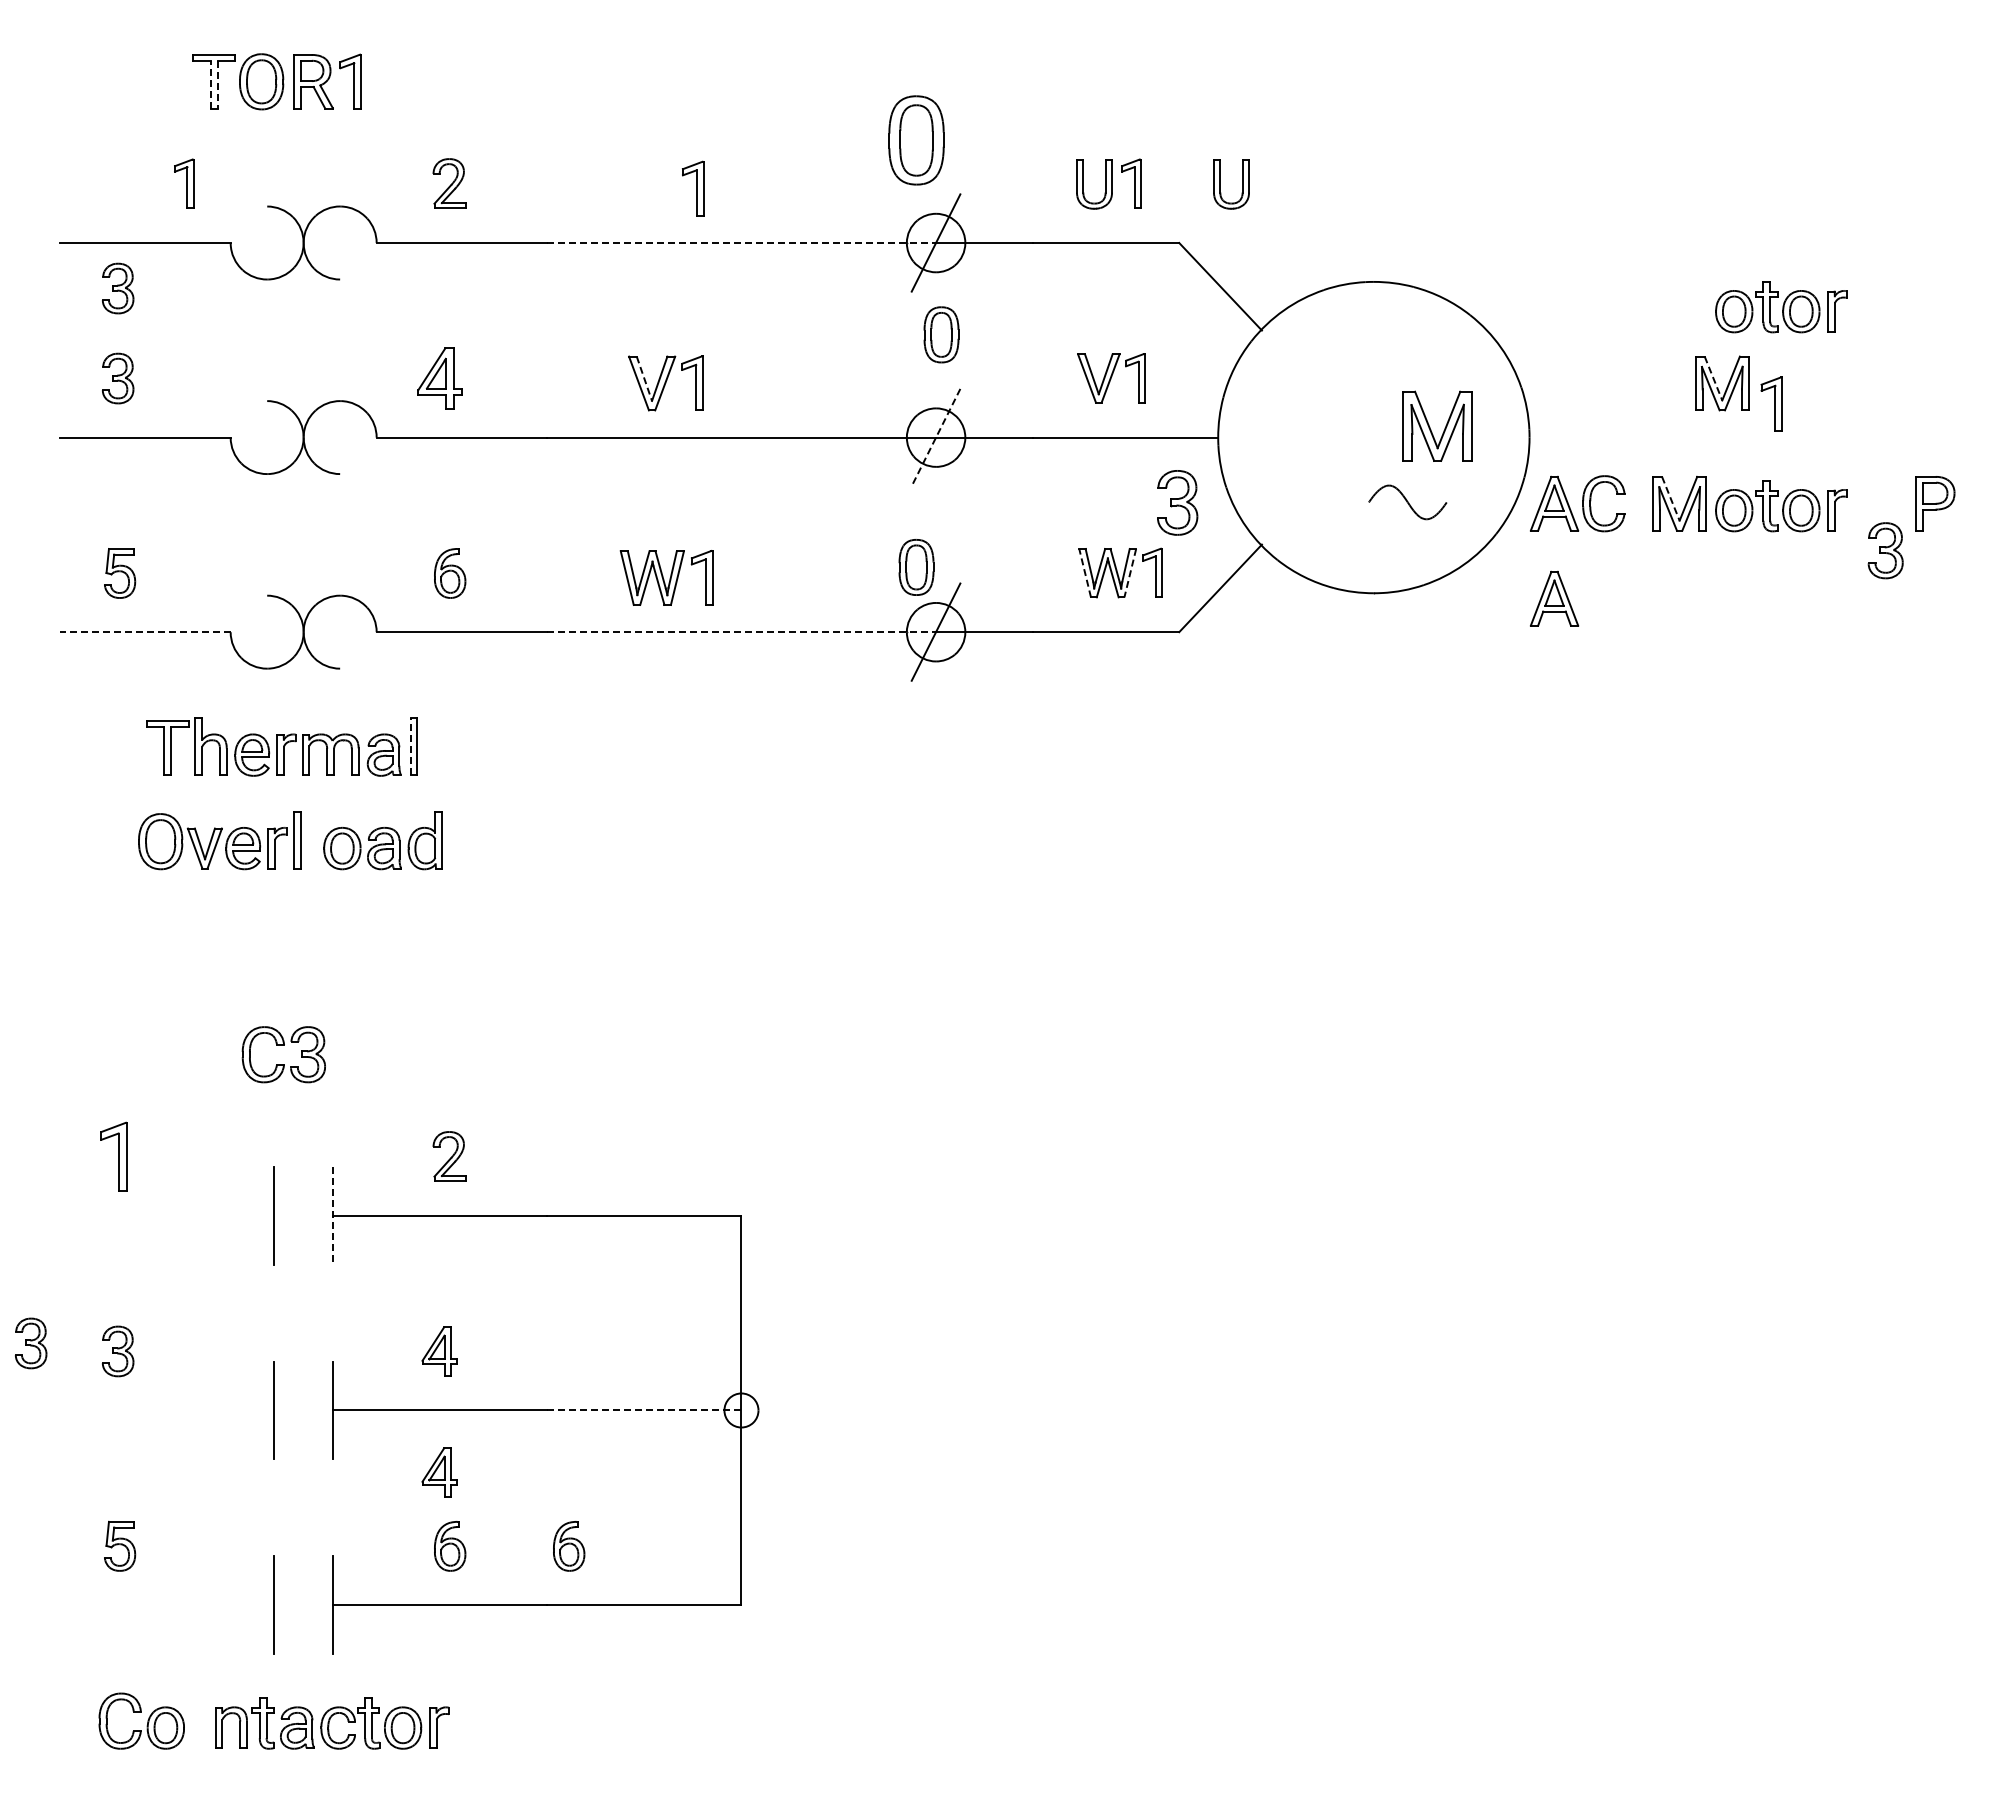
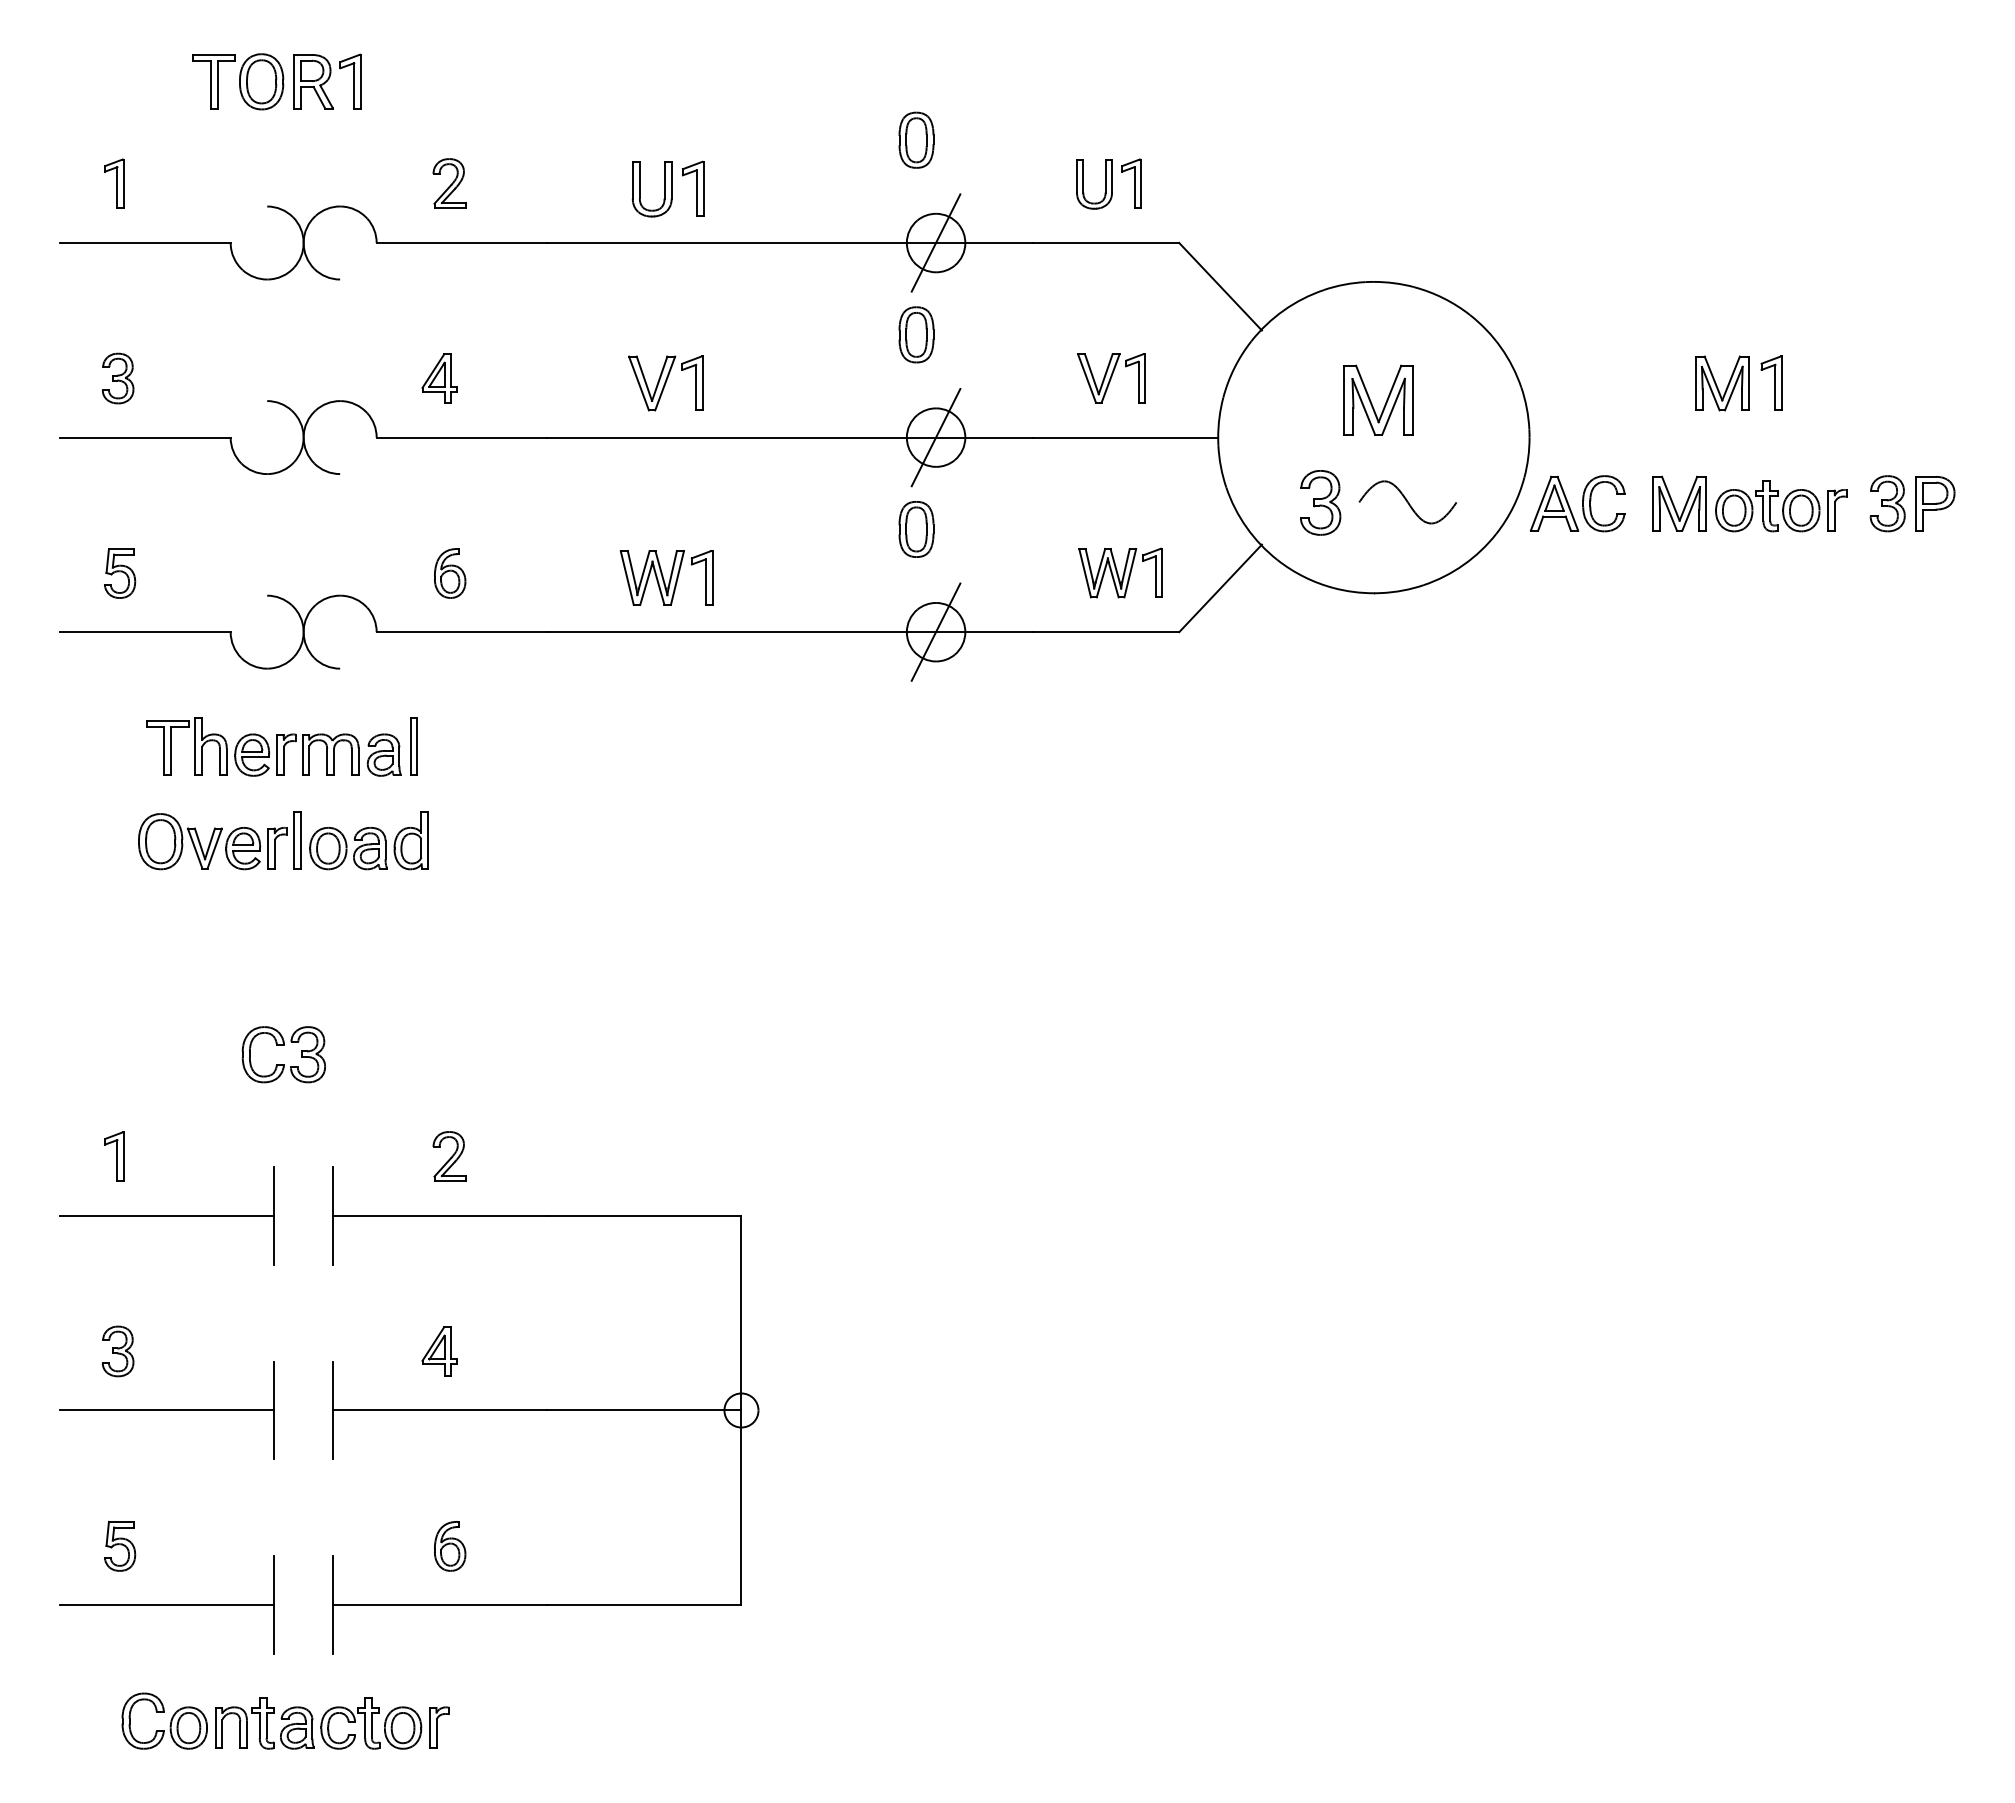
line at (210, 84): dashed -> solid
line at (217, 84): dashed -> solid
part at (916, 140) size: 57x91 px -> 37x58 px
part at (184, 183) position: (184, 183) -> (114, 183)
part at (1220, 184): present -> none
part at (640, 189): none -> present
line at (741, 243): dashed -> solid
part at (118, 288): present -> none
part at (1781, 307): present -> none
part at (941, 334) position: (941, 334) -> (916, 334)
part at (439, 378) size: 46x63 px -> 37x51 px
line at (1713, 378): dashed -> solid
line at (644, 379): dashed -> solid
part at (1771, 403) position: (1771, 403) -> (1771, 382)
part at (1431, 429) position: (1431, 429) -> (1372, 403)
line at (935, 438): dashed -> solid
line at (1670, 498): dashed -> solid
part at (1177, 502) position: (1177, 502) -> (1320, 502)
part at (1407, 502) size: 80x37 px -> 99x45 px
part at (1885, 550) position: (1885, 550) -> (1887, 503)
part at (916, 567) position: (916, 567) -> (916, 529)
line at (1085, 573): dashed -> solid
line at (1130, 573): dashed -> solid
part at (1554, 598): present -> none
line at (145, 632): dashed -> solid
line at (741, 632): dashed -> solid
line at (410, 746): dashed -> solid
part at (382, 840) position: (382, 840) -> (368, 840)
part at (113, 1156) size: 28x71 px -> 21x51 px
line at (167, 1215): none -> present
line at (332, 1215): dashed -> solid
part at (31, 1343): present -> none
line at (167, 1410): none -> present
line at (644, 1410): dashed -> solid
part at (439, 1472): present -> none
part at (569, 1546): present -> none
line at (167, 1605): none -> present
part at (141, 1720) position: (141, 1720) -> (164, 1720)
